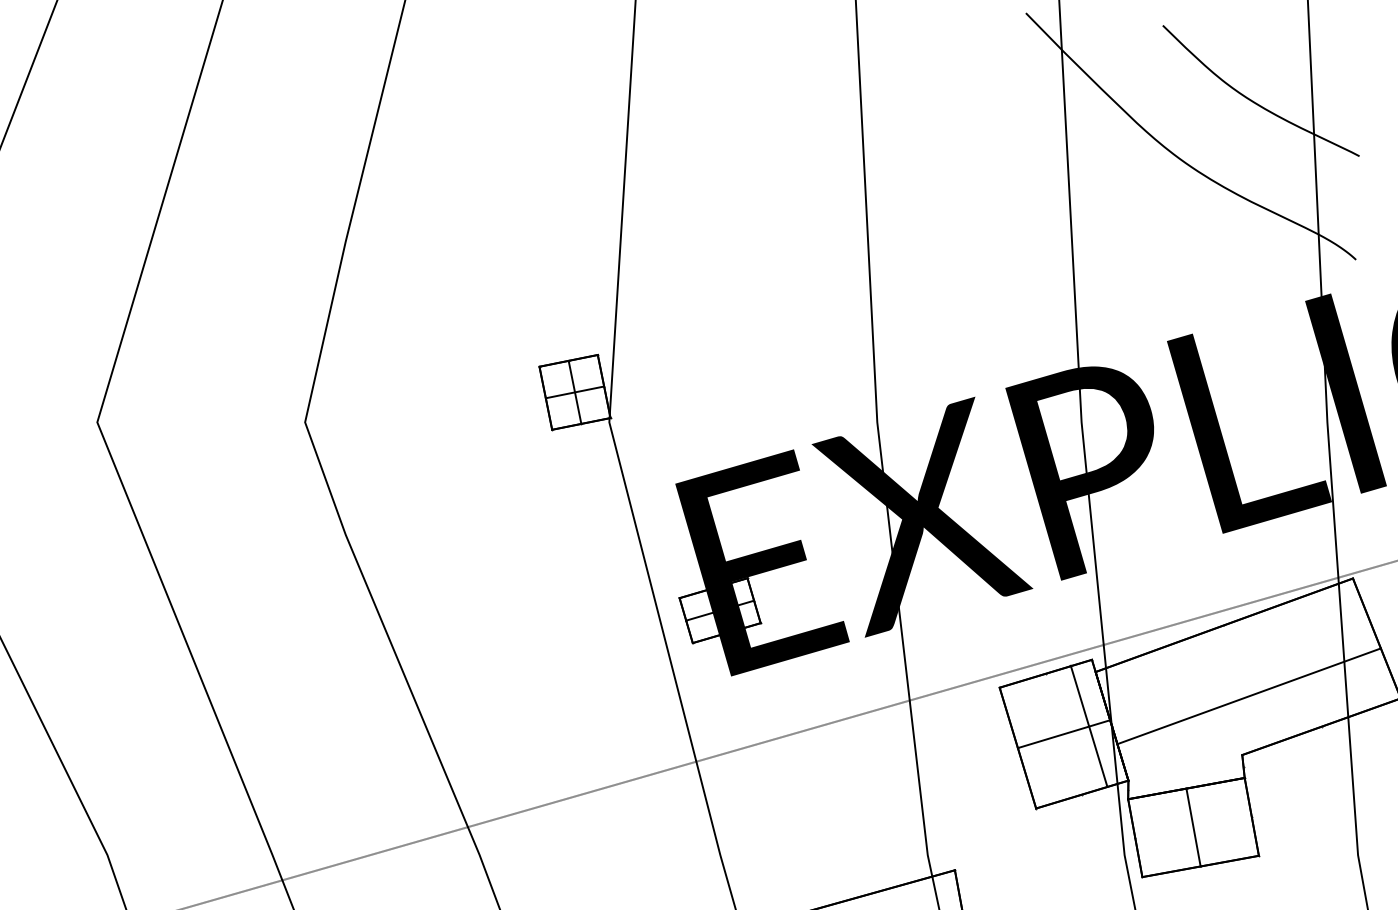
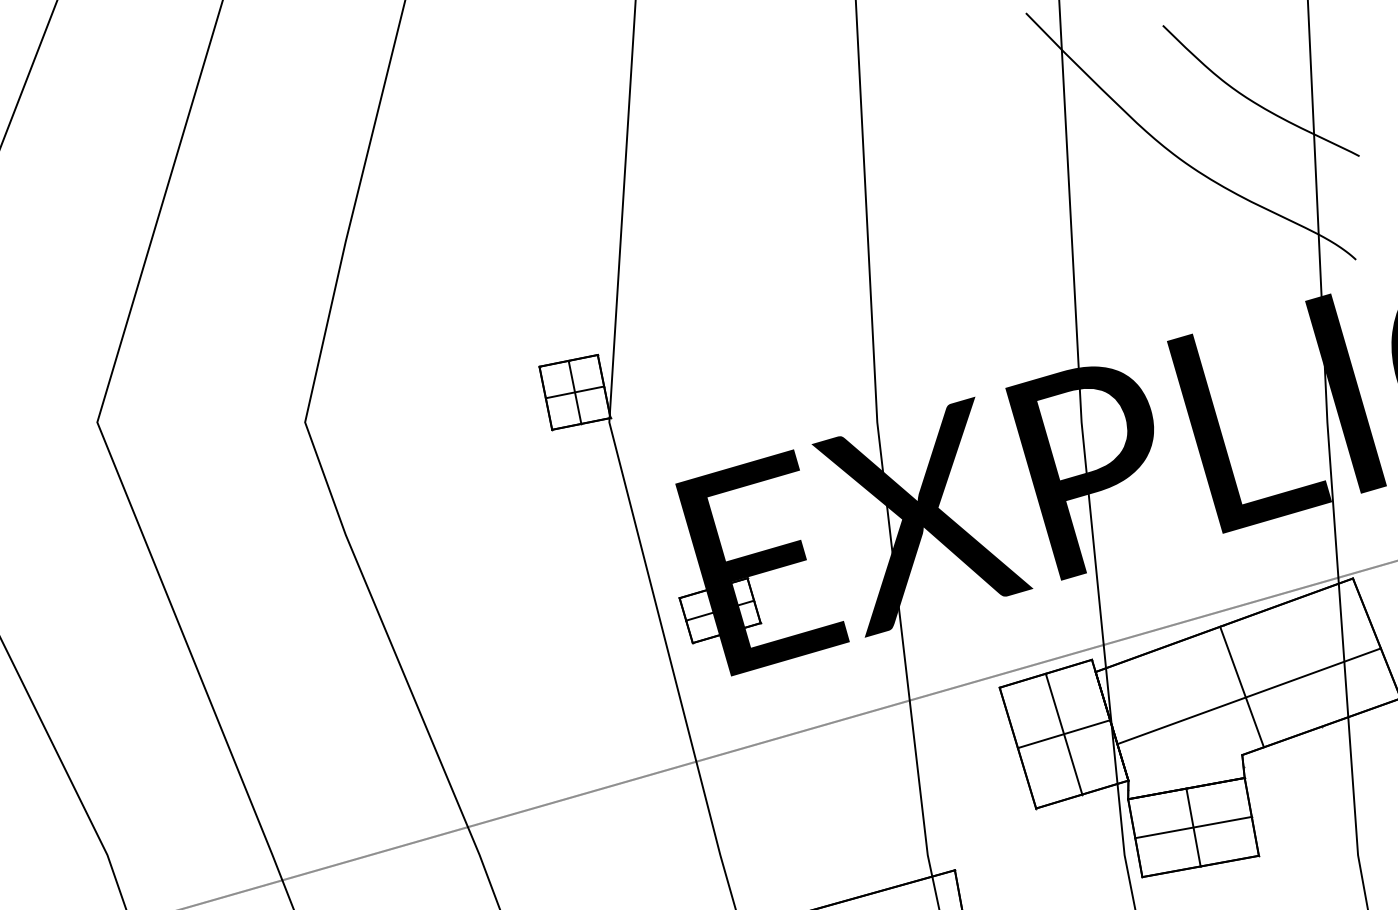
line at (1241, 686): none -> present
line at (1088, 725) position: (1088, 725) -> (1063, 733)
line at (1193, 827): none -> present
